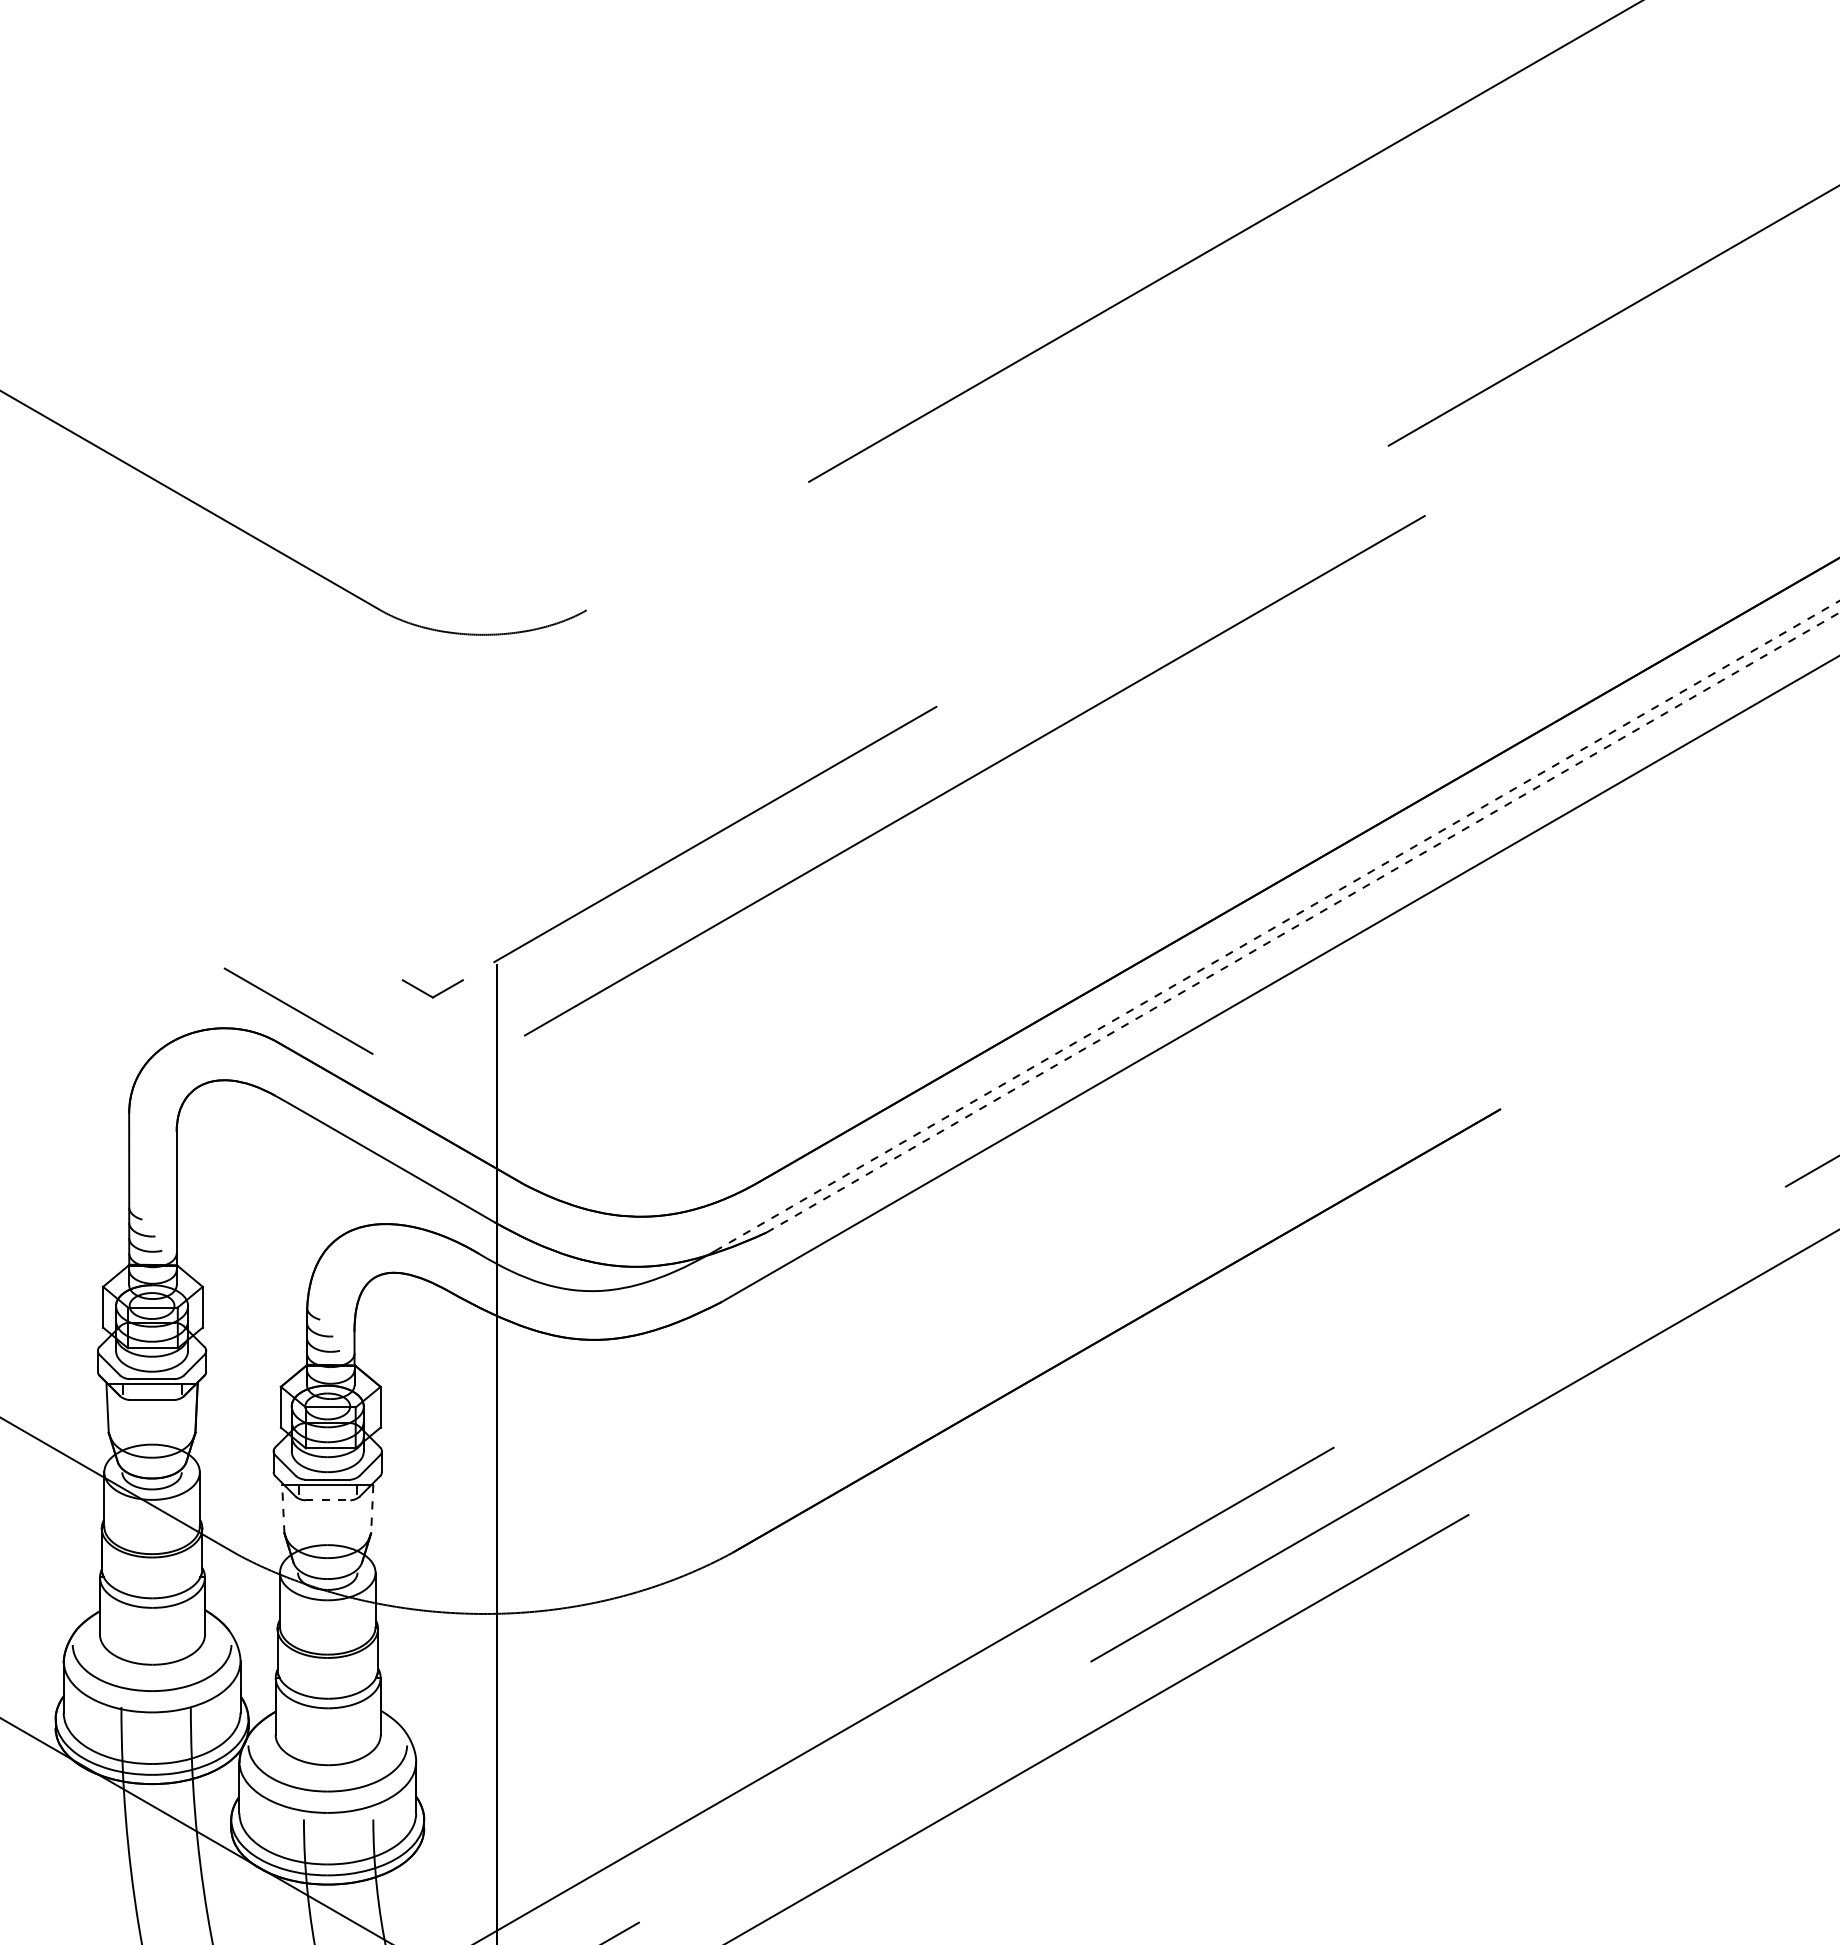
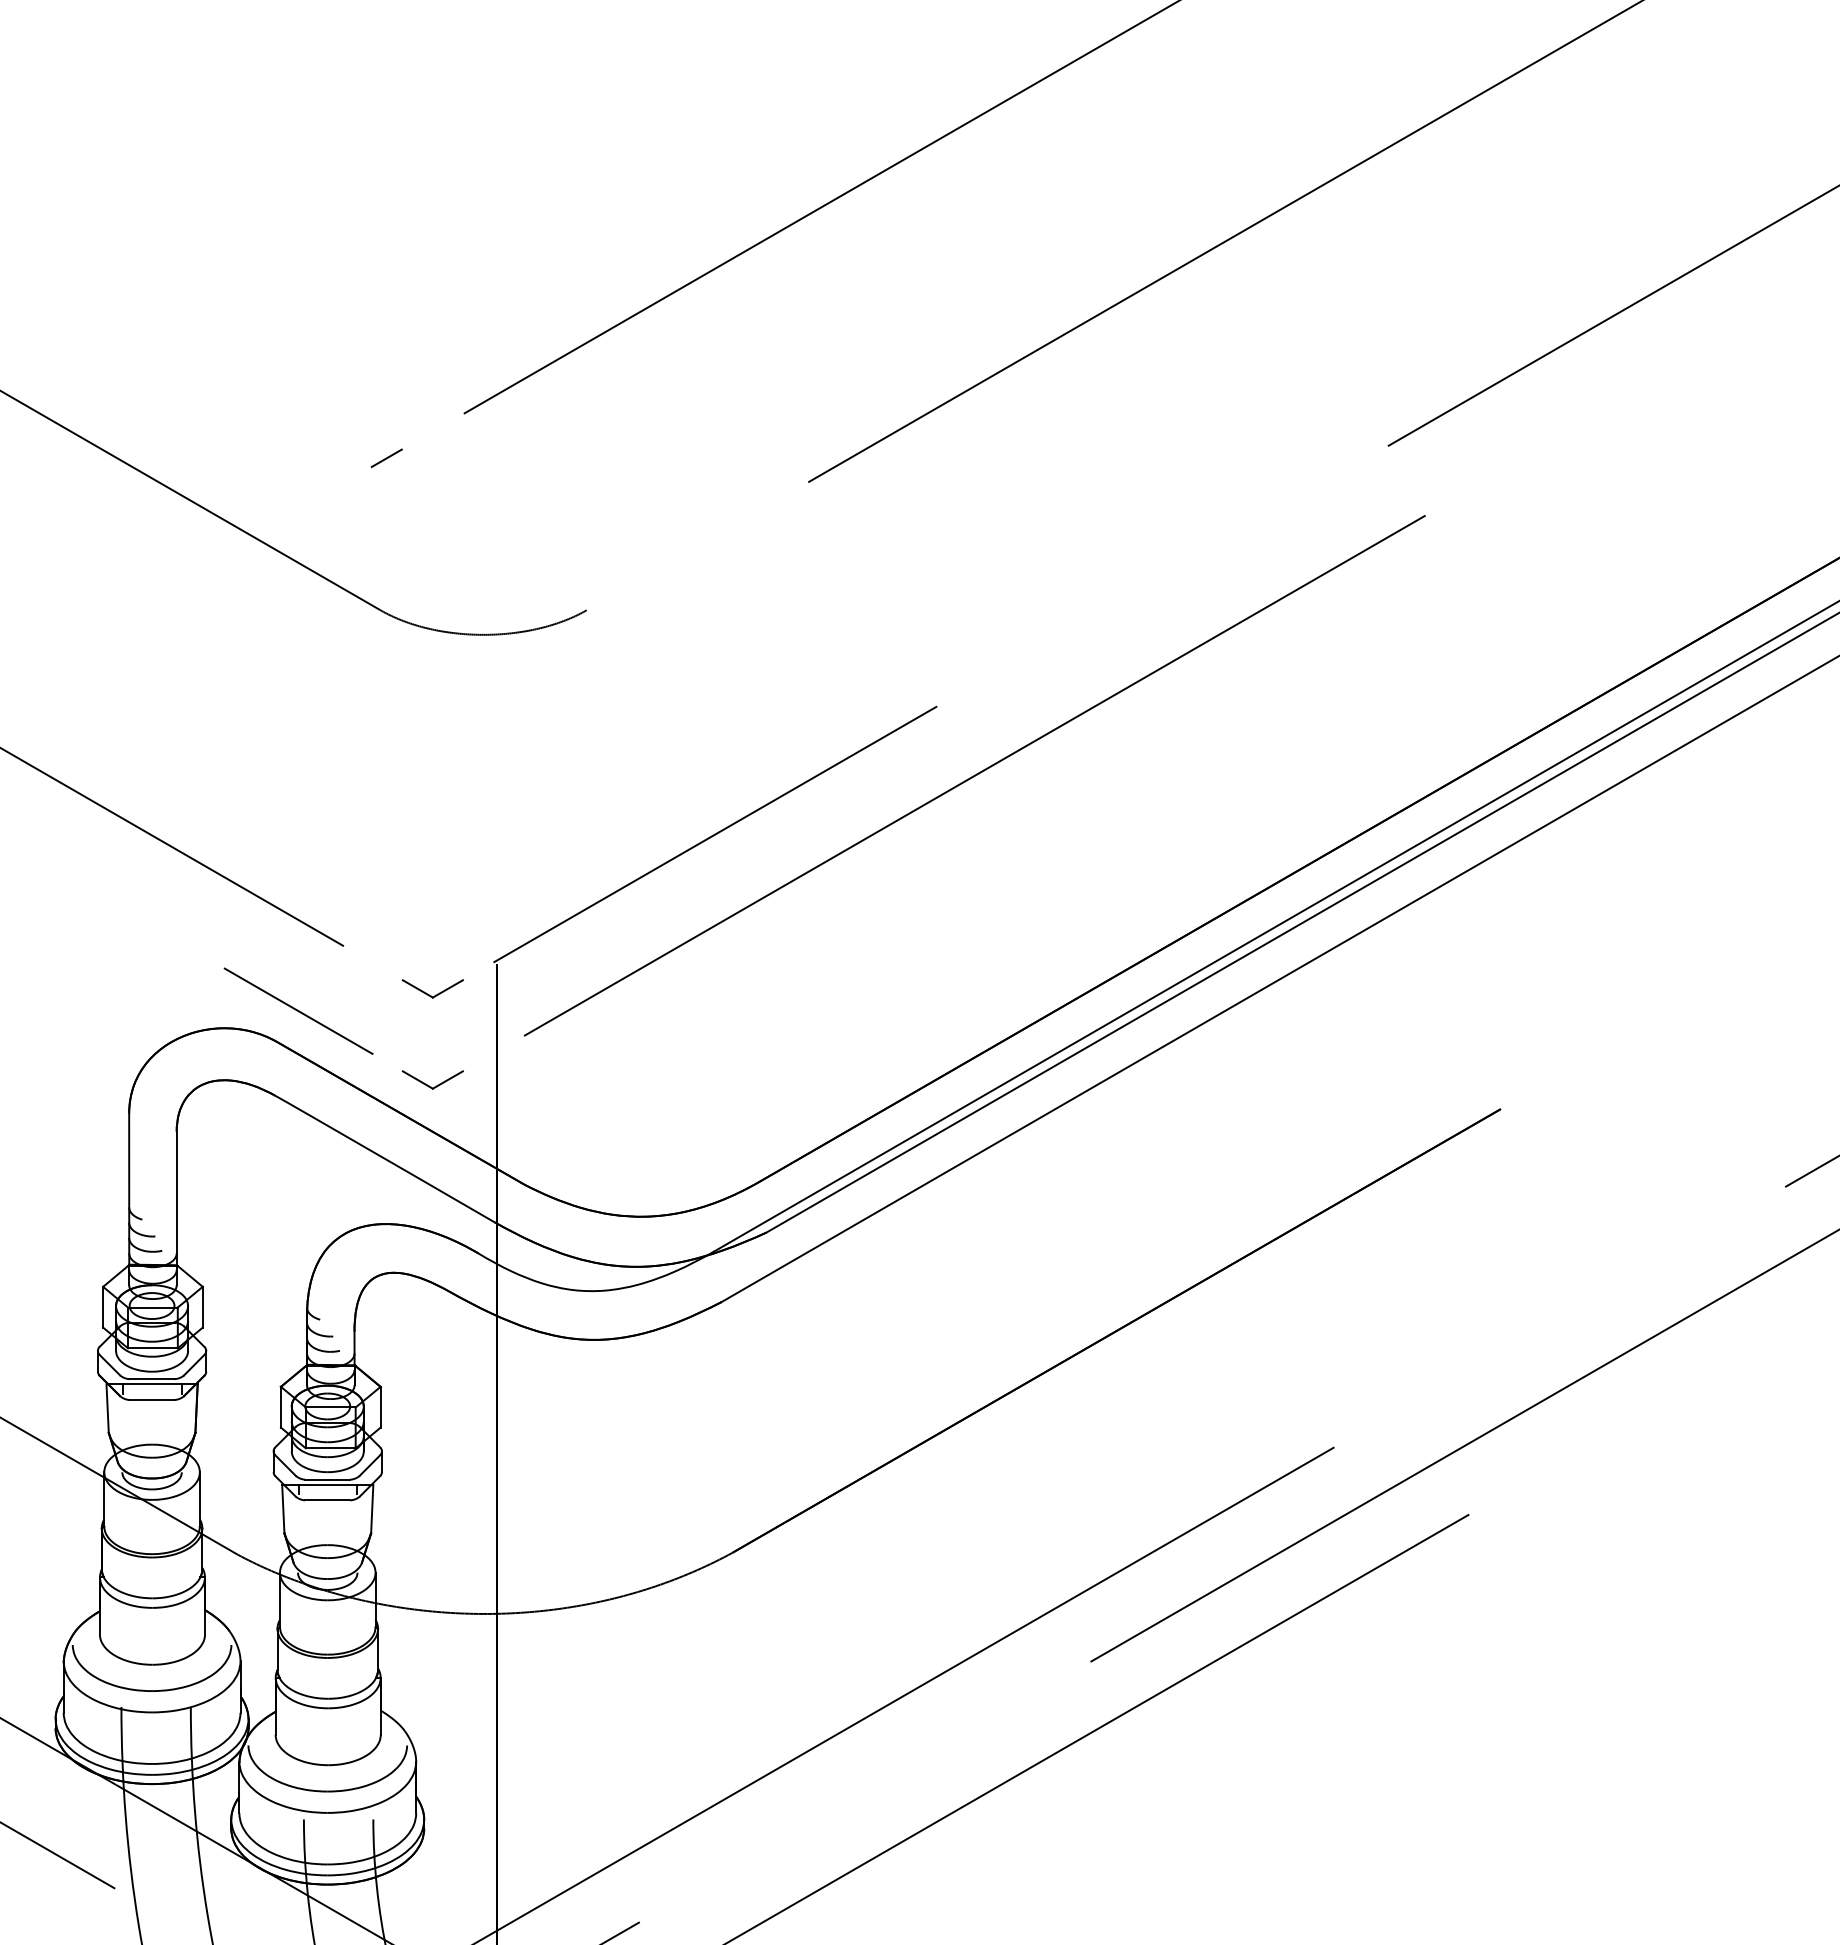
line at (819, 207): none -> present
line at (386, 457): none -> present
line at (172, 847): none -> present
line at (1303, 922): dashed -> solid
line at (1277, 925): dashed -> solid
part at (429, 1085): none -> present
line at (327, 1500): dashed -> solid
line at (283, 1508): dashed -> solid
line at (372, 1509): dashed -> solid
line at (58, 1855): none -> present
